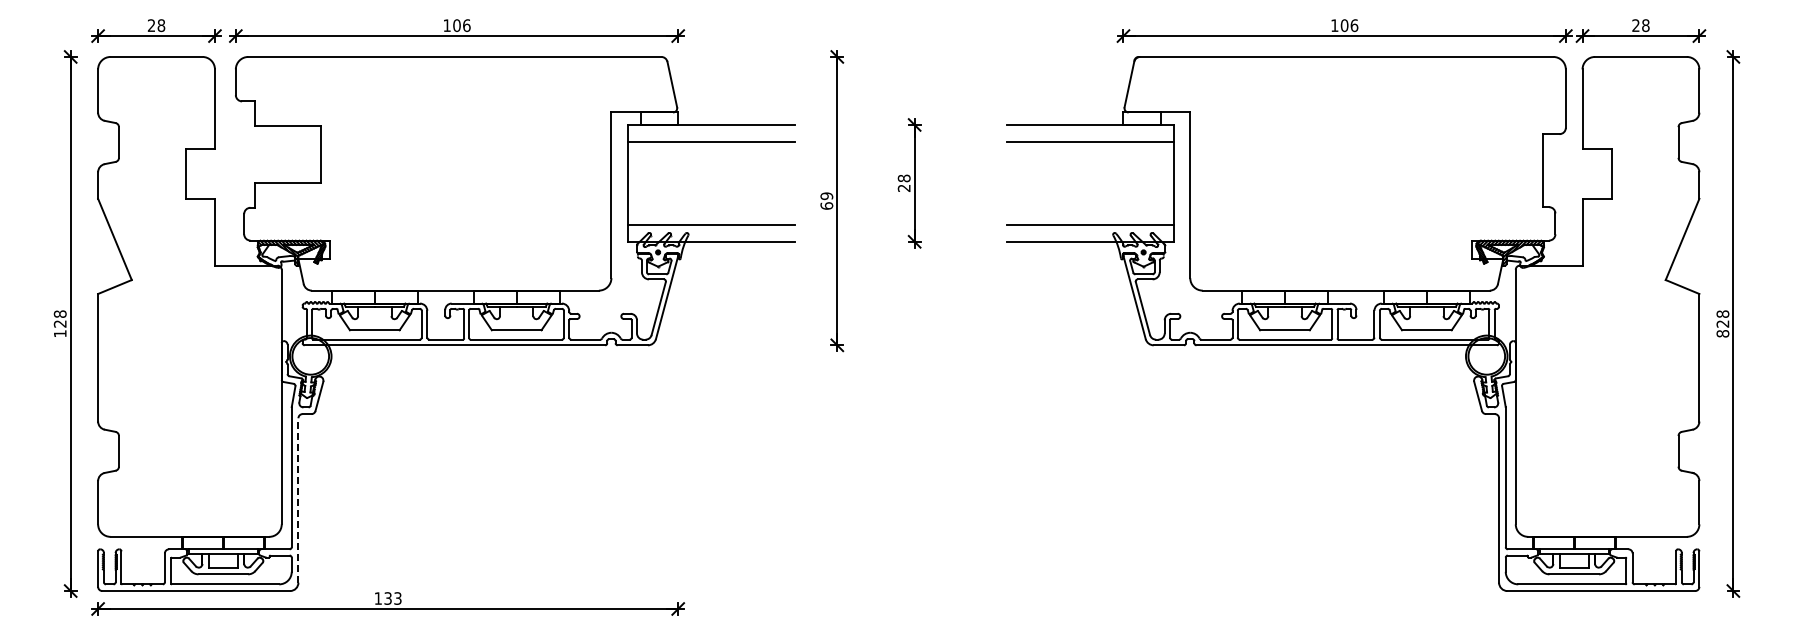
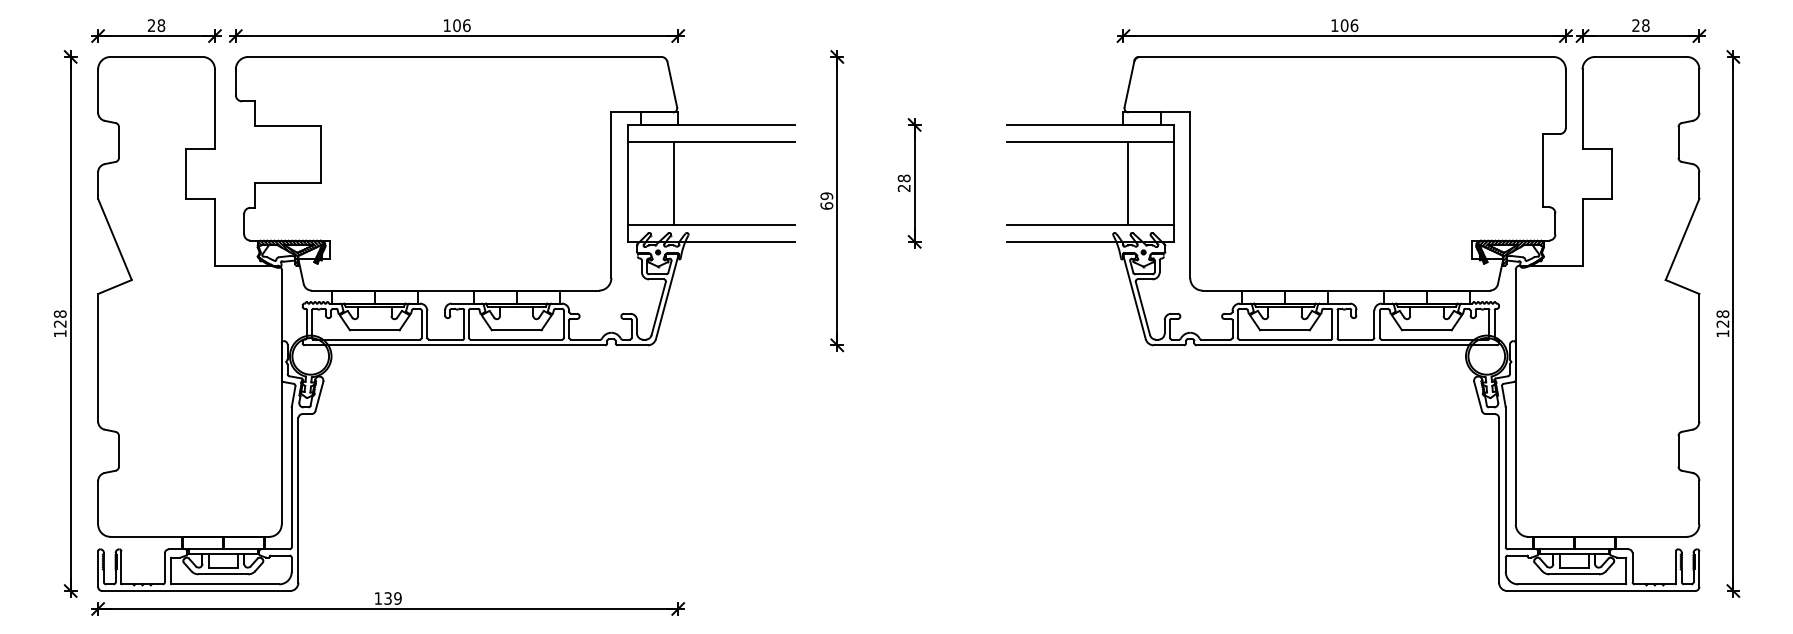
line at (674, 183): none -> present
line at (1127, 183): none -> present
text at (1722, 333): 828 -> 128
line at (298, 499): dashed -> solid
text at (397, 598): 133 -> 139
